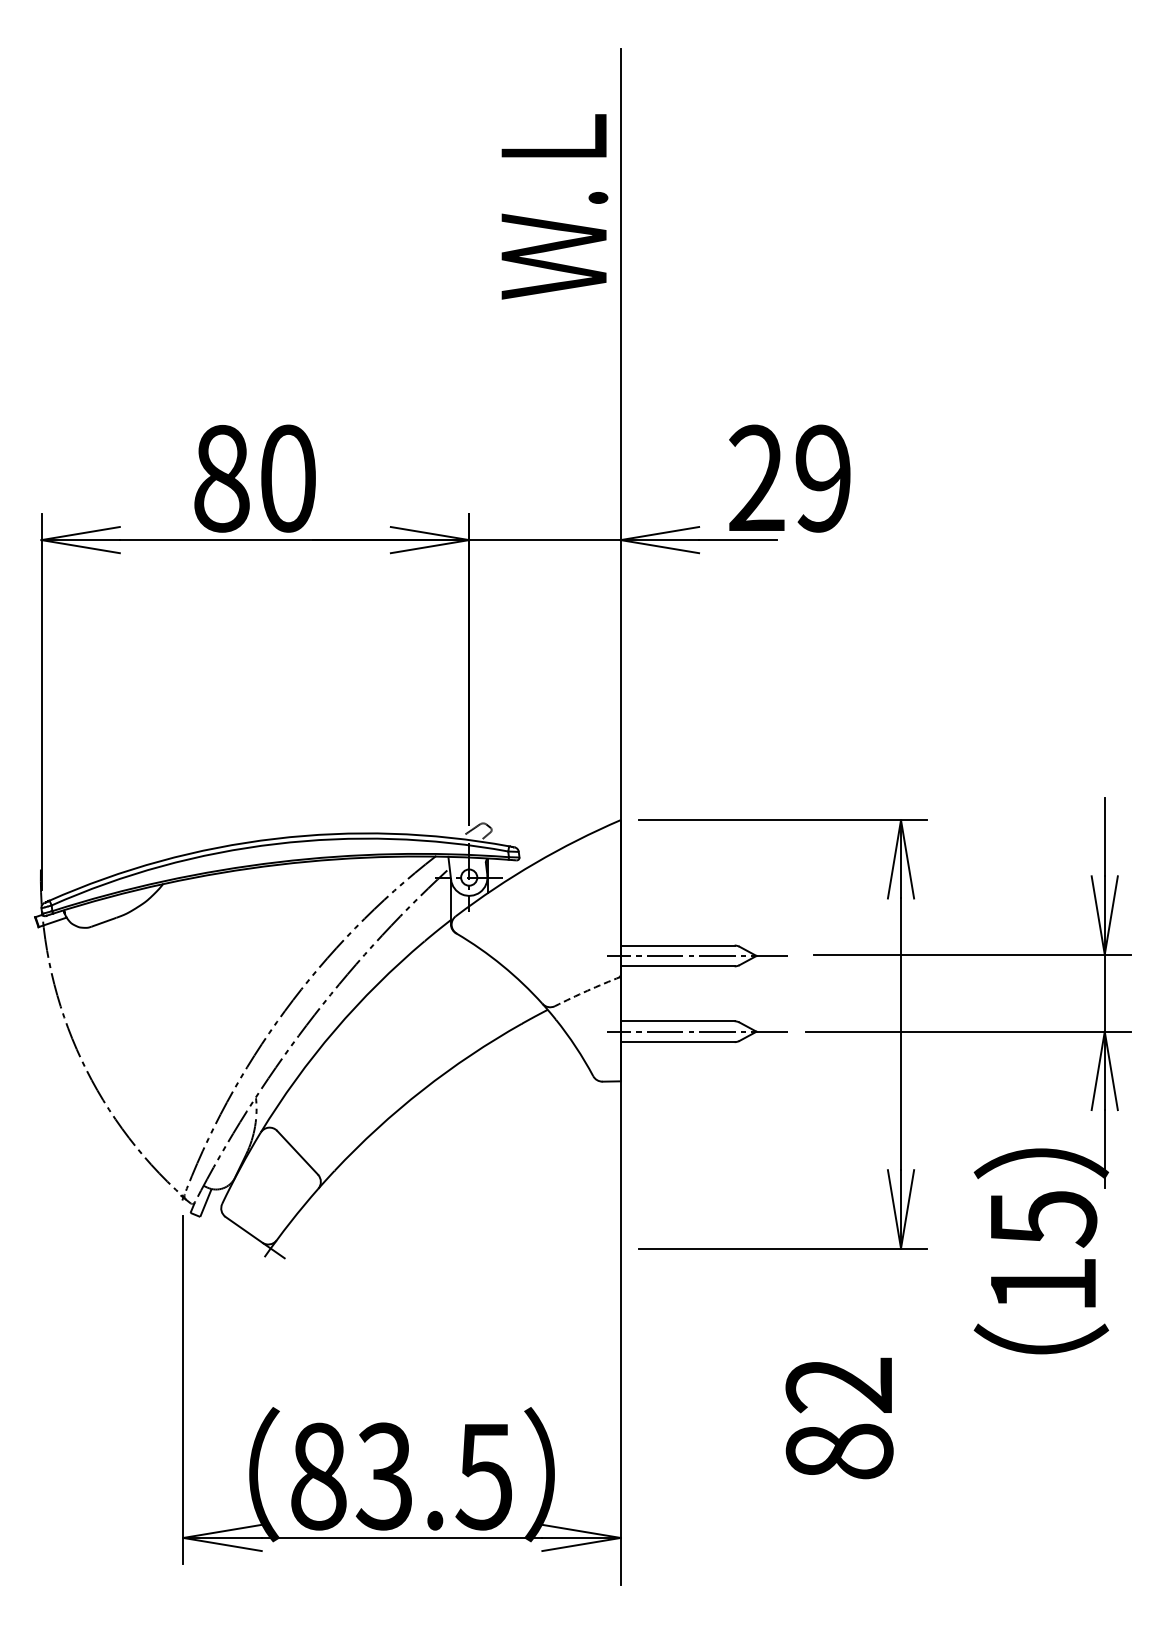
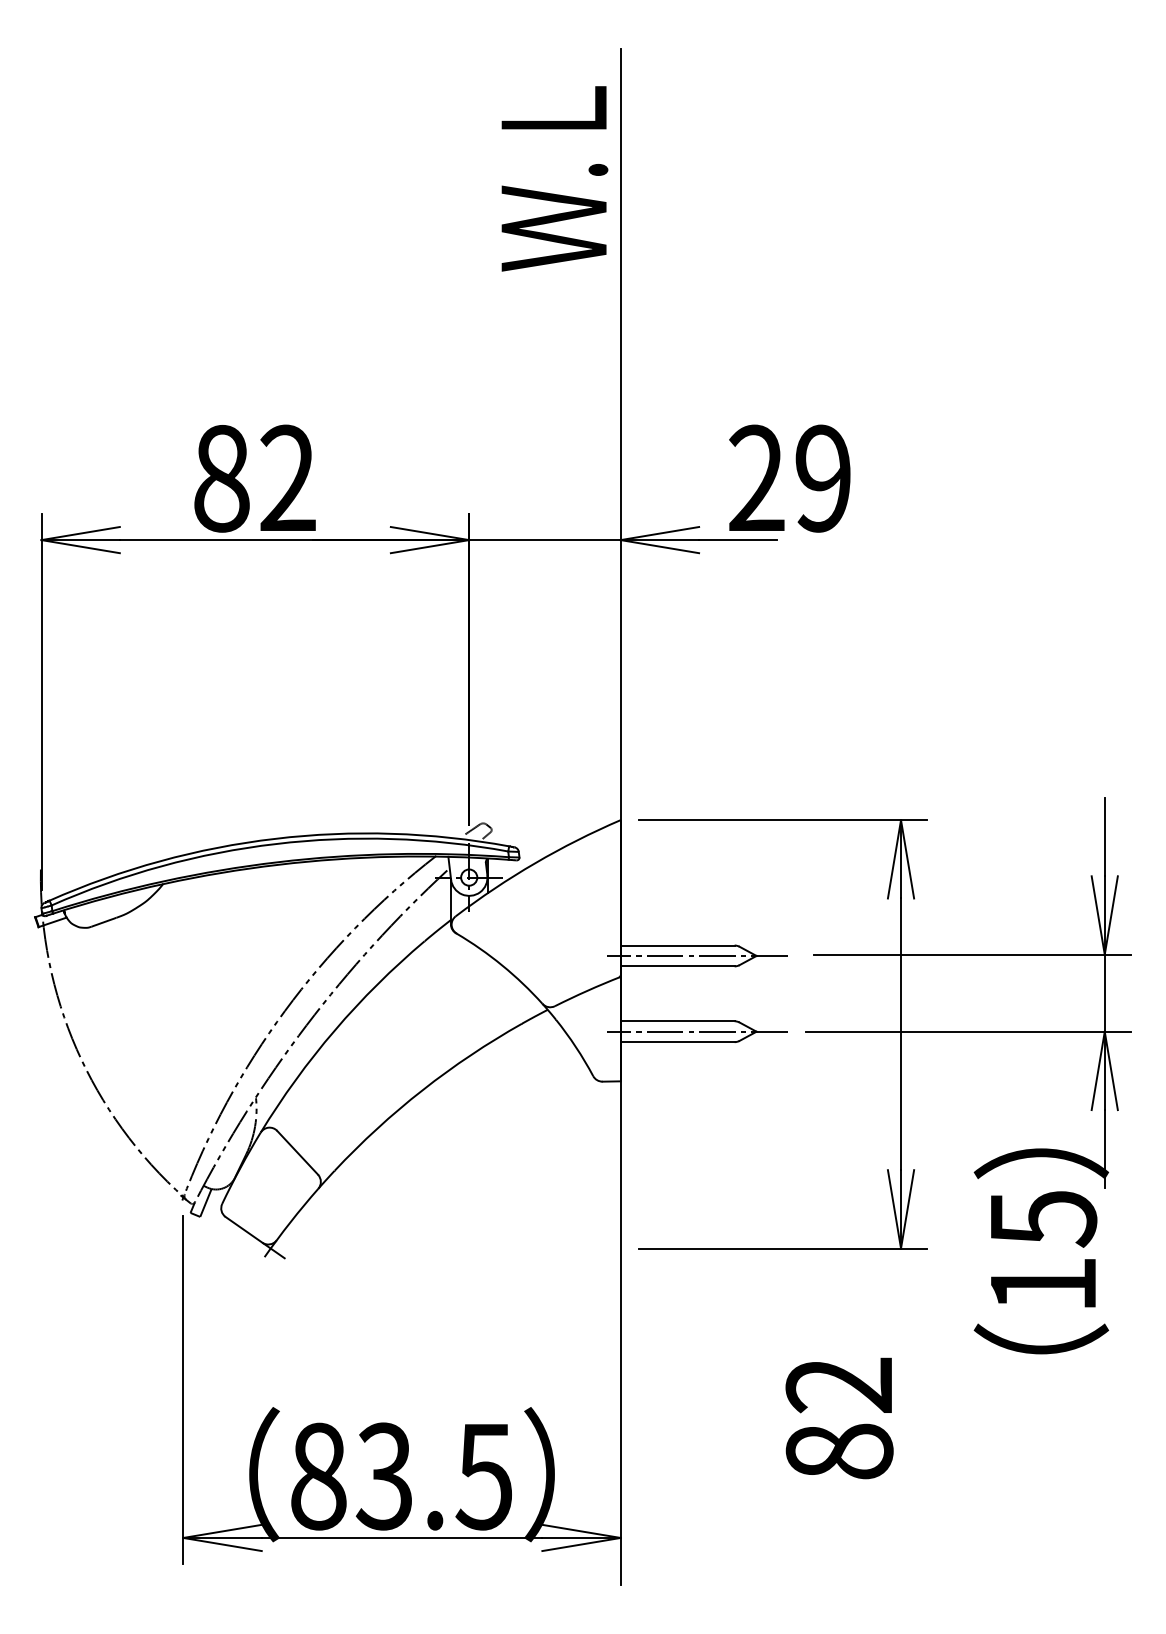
text at (554, 206) position: (554, 206) -> (554, 178)
text at (287, 478): 80 -> 82
arc at (587, 990): dashed -> solid
